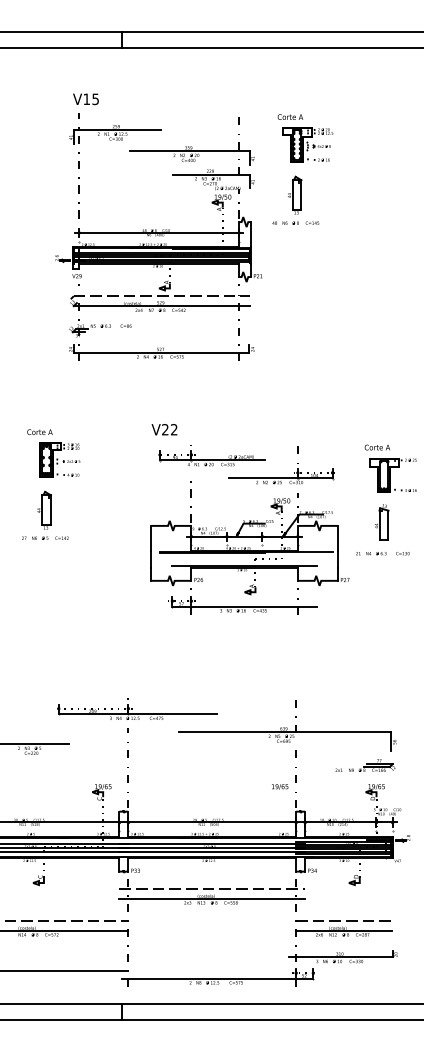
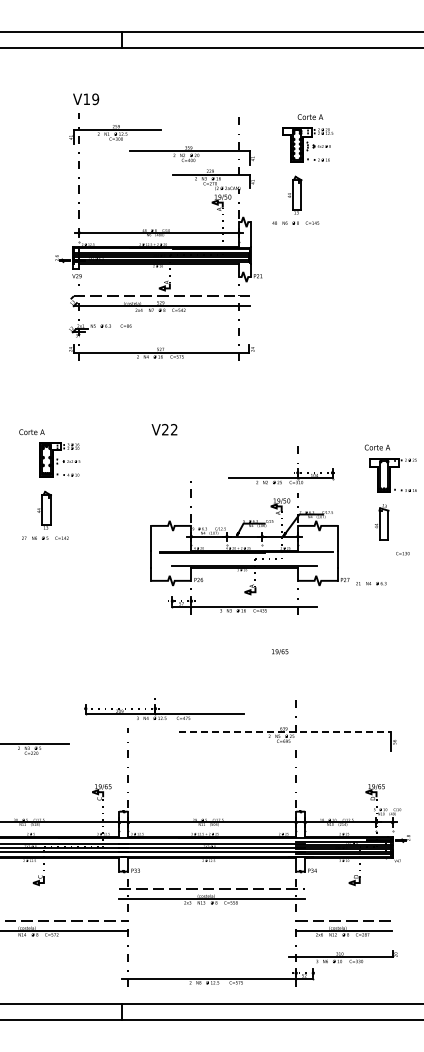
text at (95, 98): V15 -> V19
text at (290, 116) position: (290, 116) -> (310, 116)
text at (39, 431) position: (39, 431) -> (31, 431)
part at (211, 455): present -> none
text at (371, 553) position: (371, 553) -> (371, 583)
part at (137, 708) position: (137, 708) -> (164, 708)
line at (285, 732): solid -> dashed
part at (365, 765): present -> none
text at (280, 786) position: (280, 786) -> (280, 651)
line at (63, 970): present -> none
